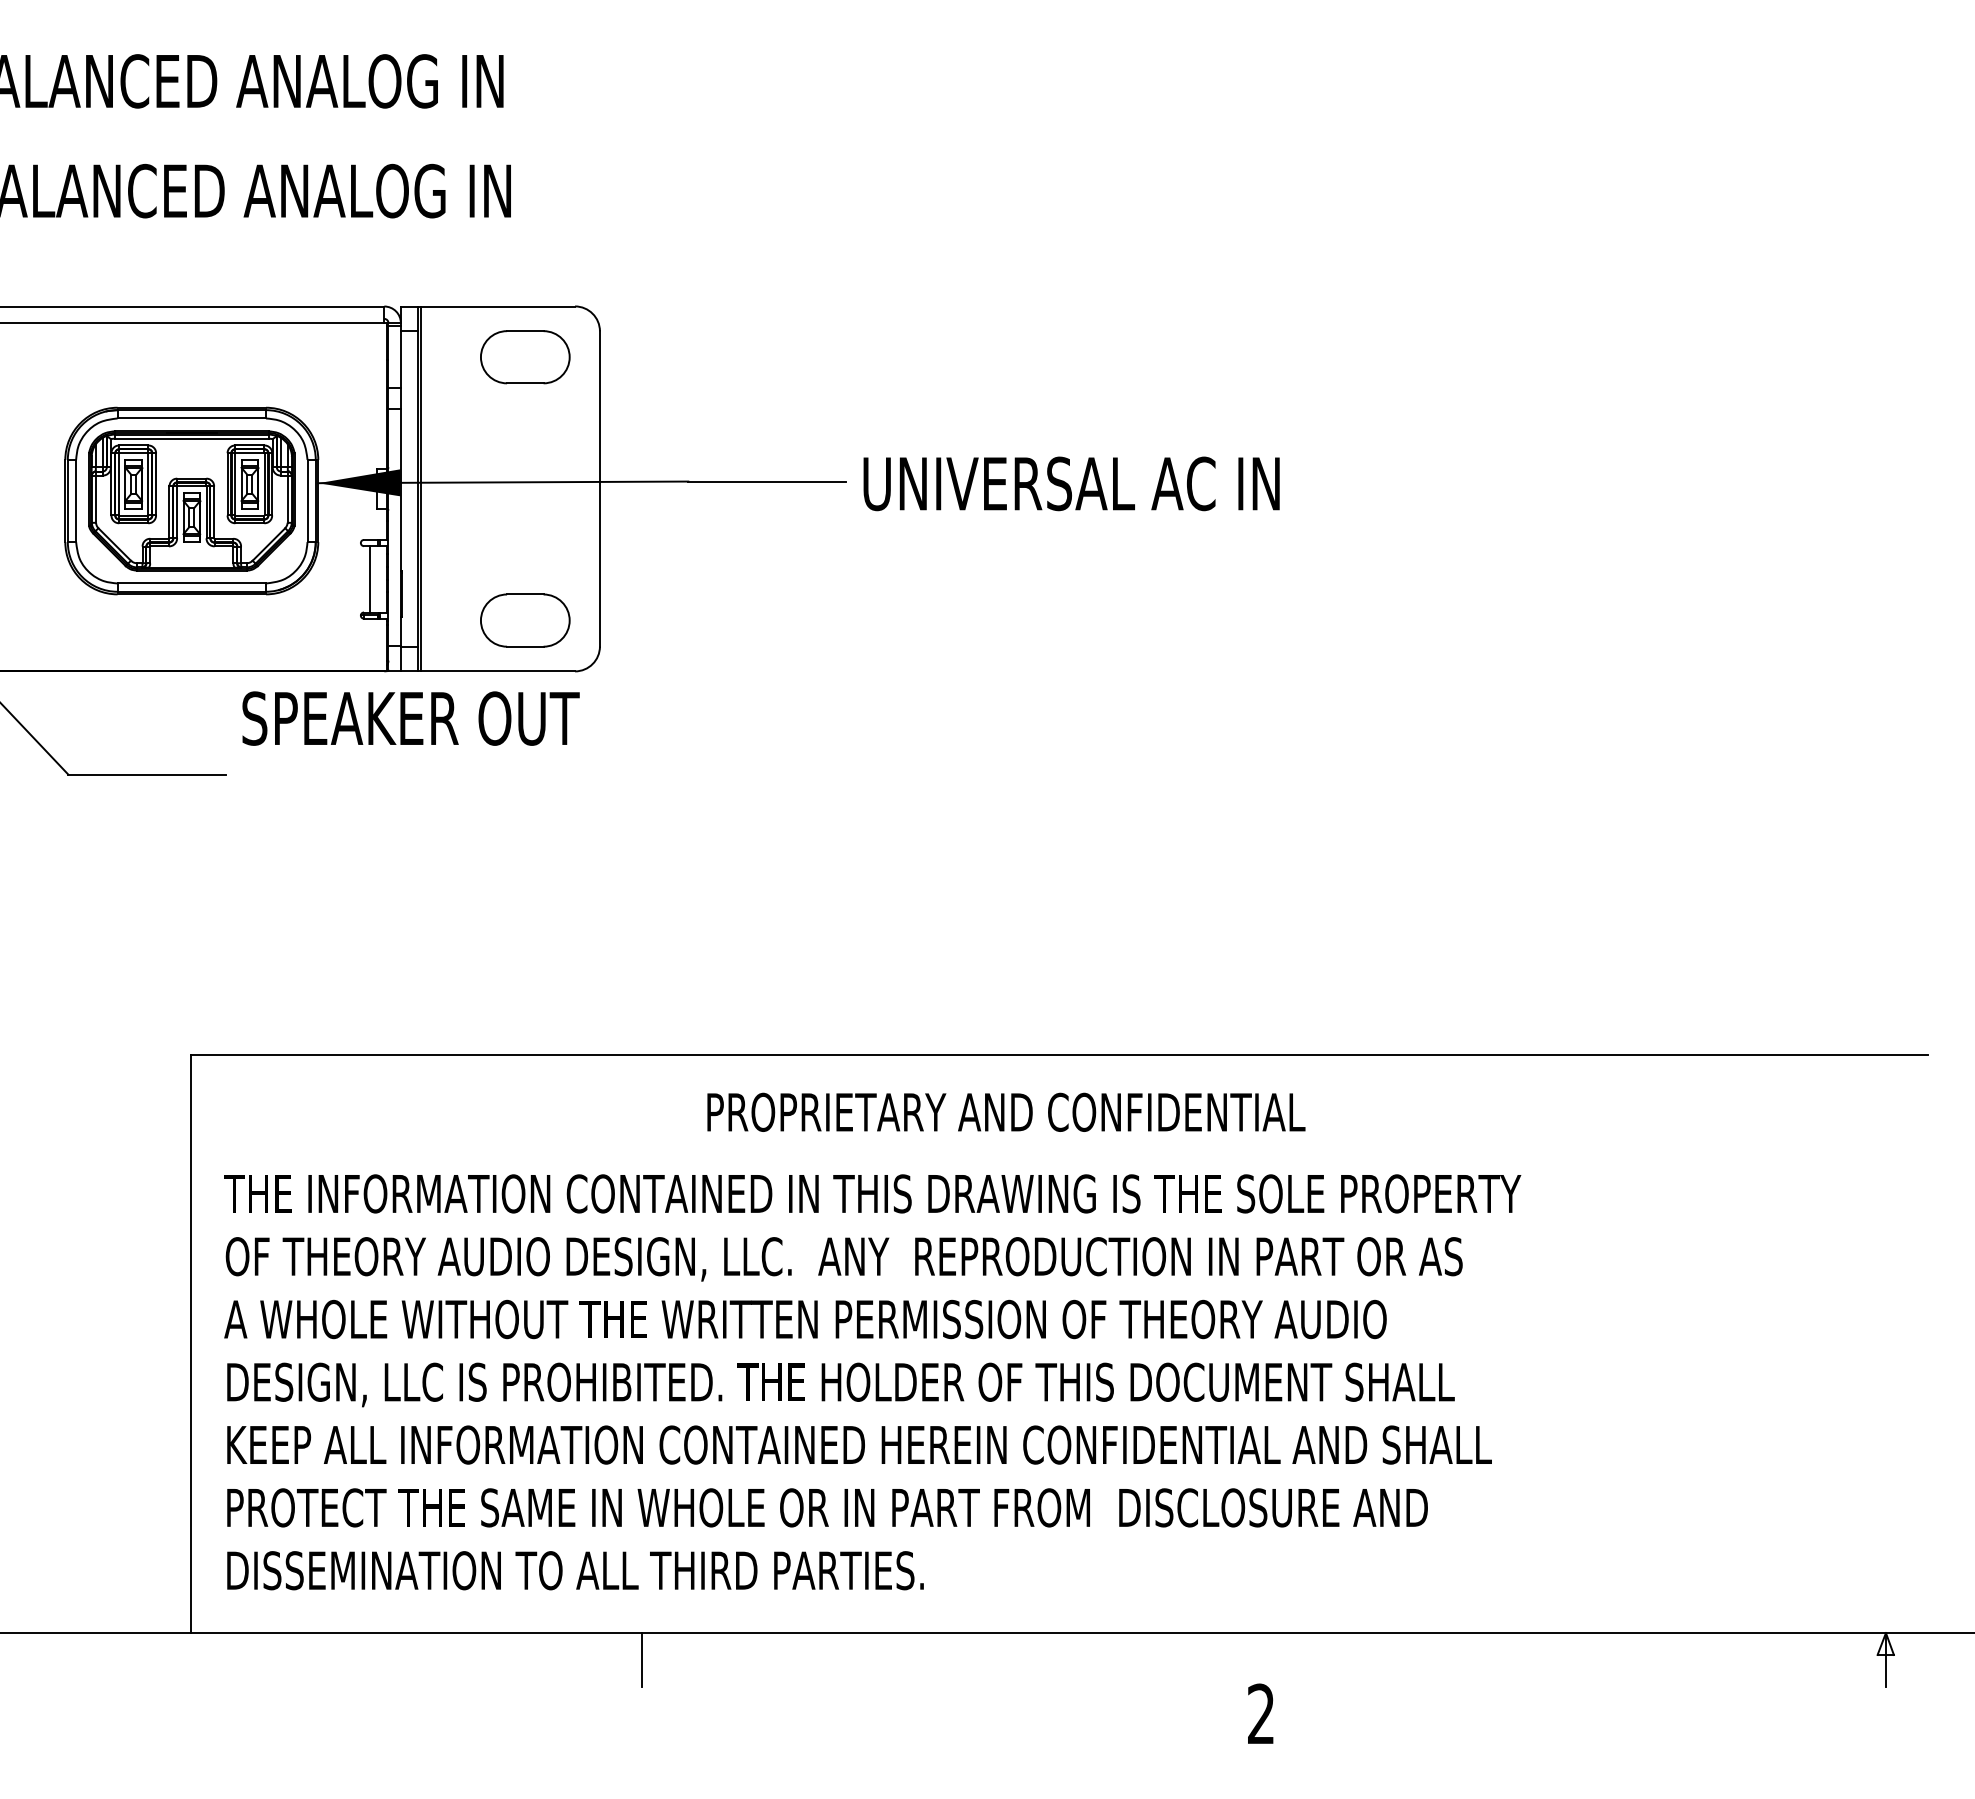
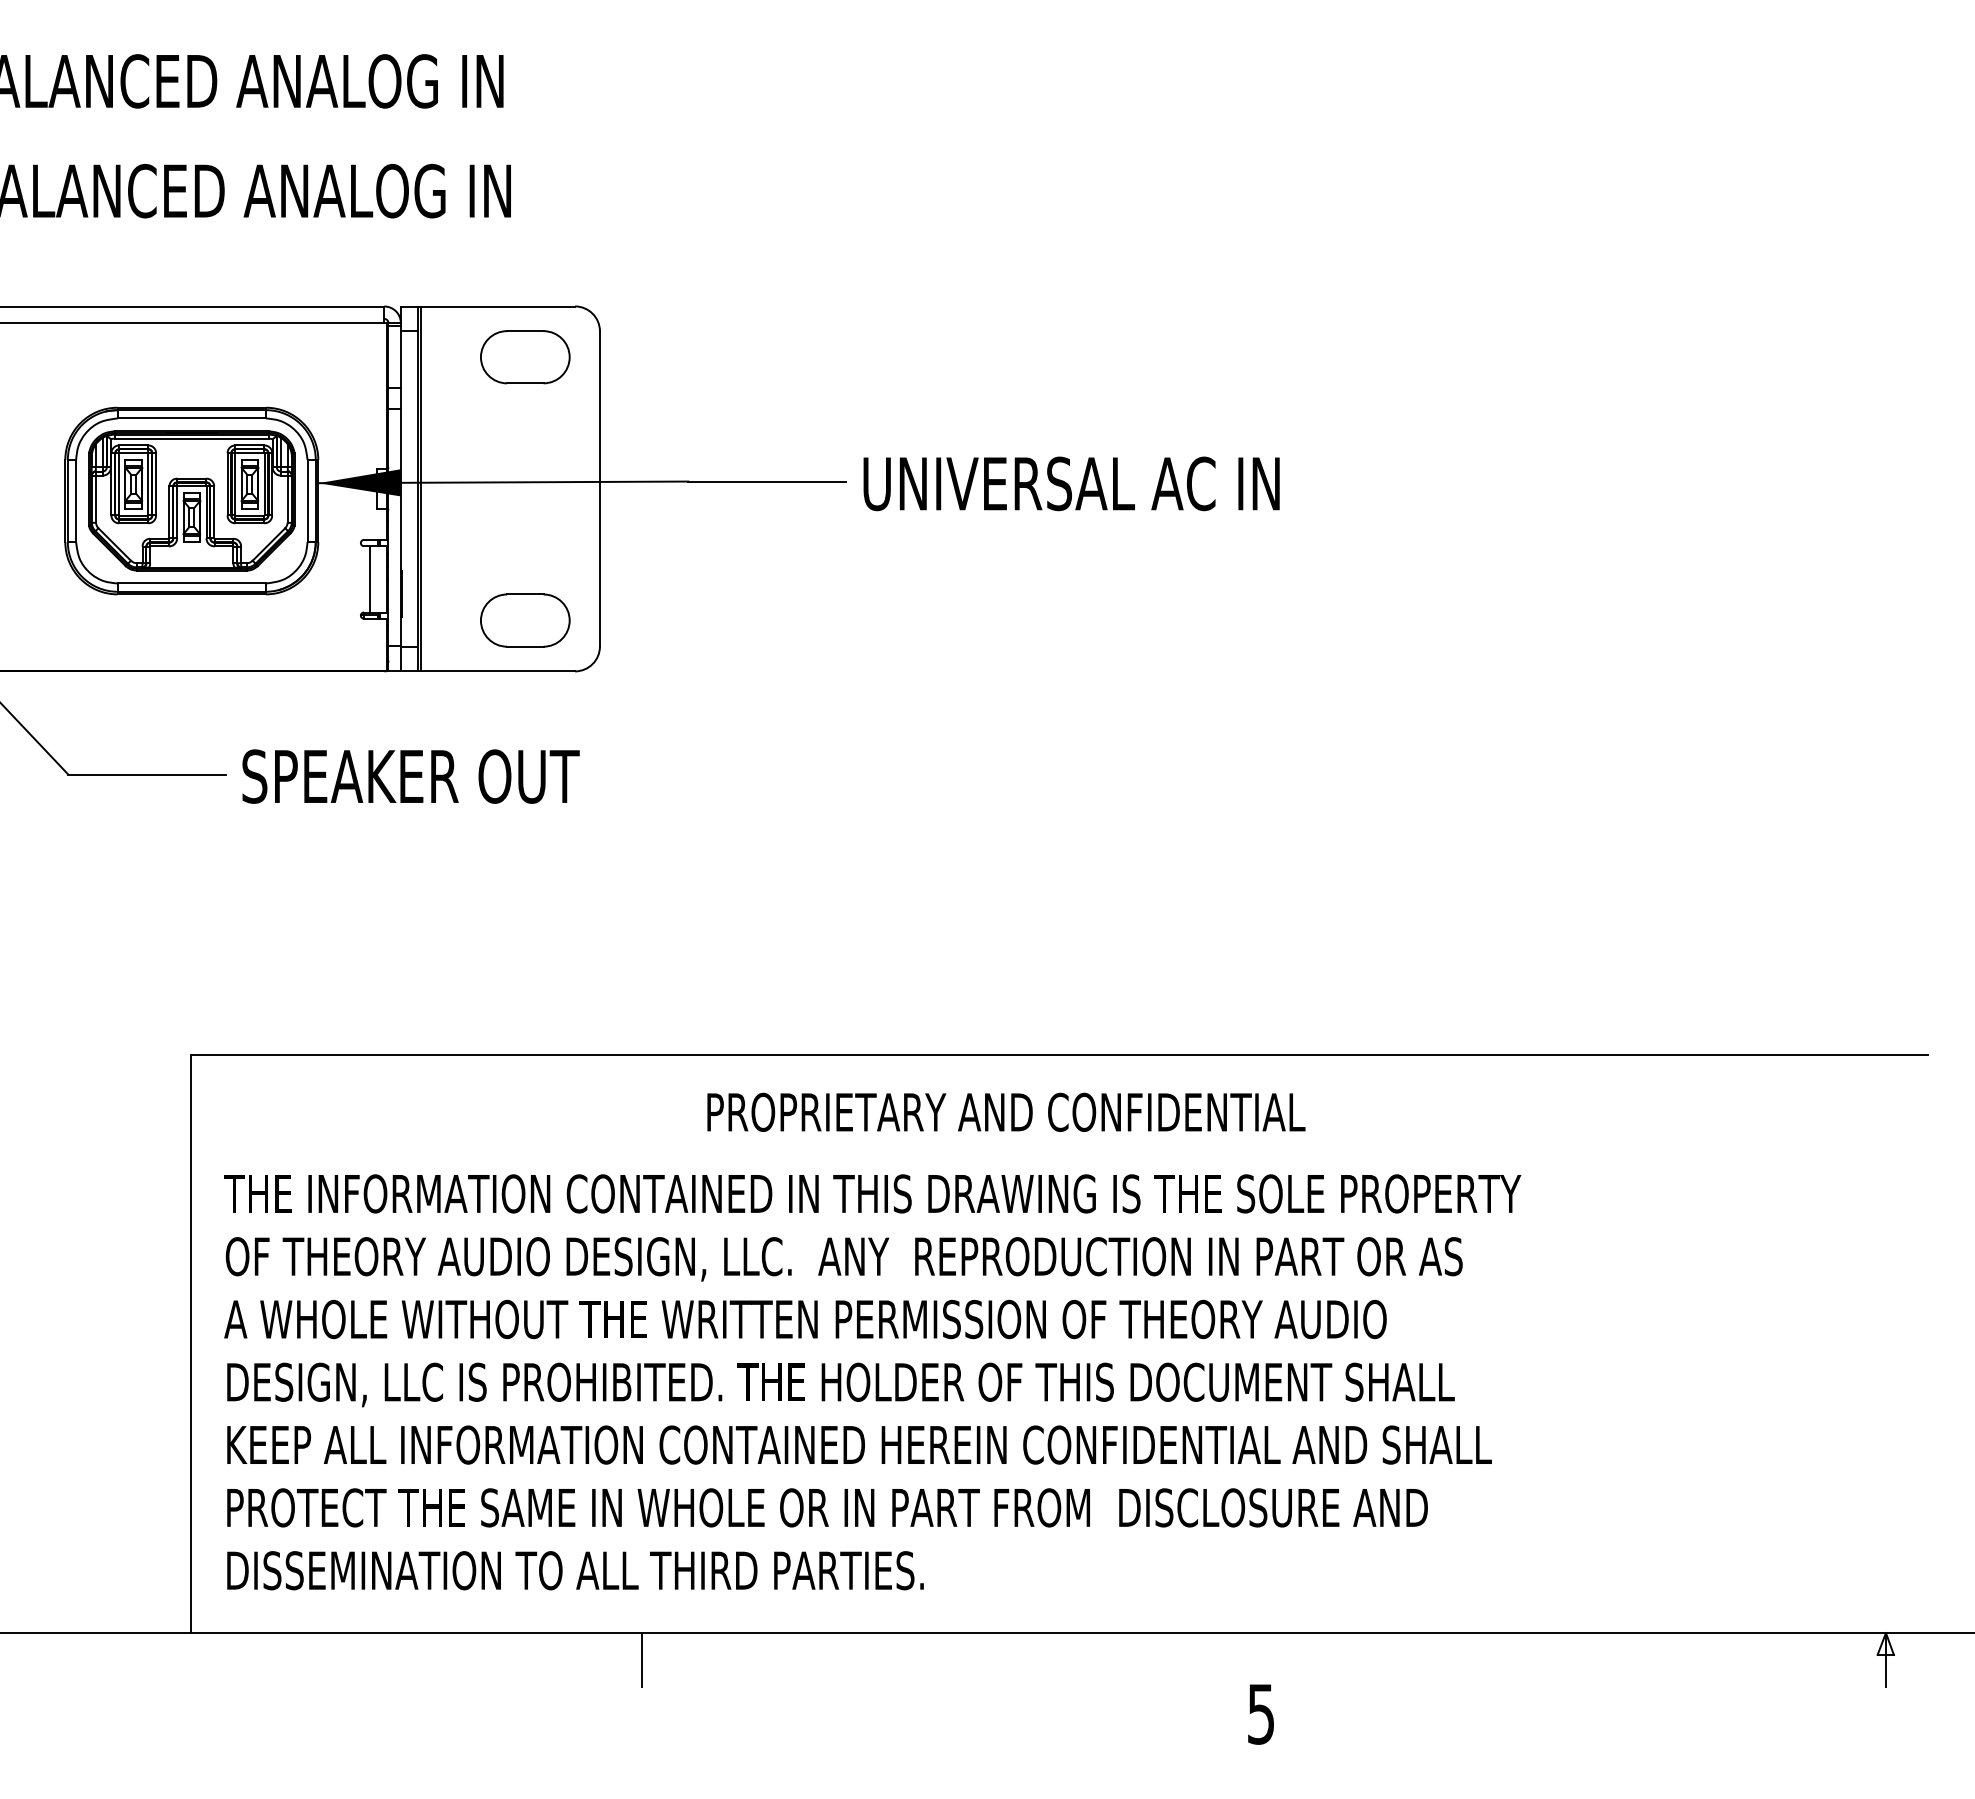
text at (410, 718) position: (410, 718) -> (410, 776)
text at (1260, 1713): 2 -> 5
